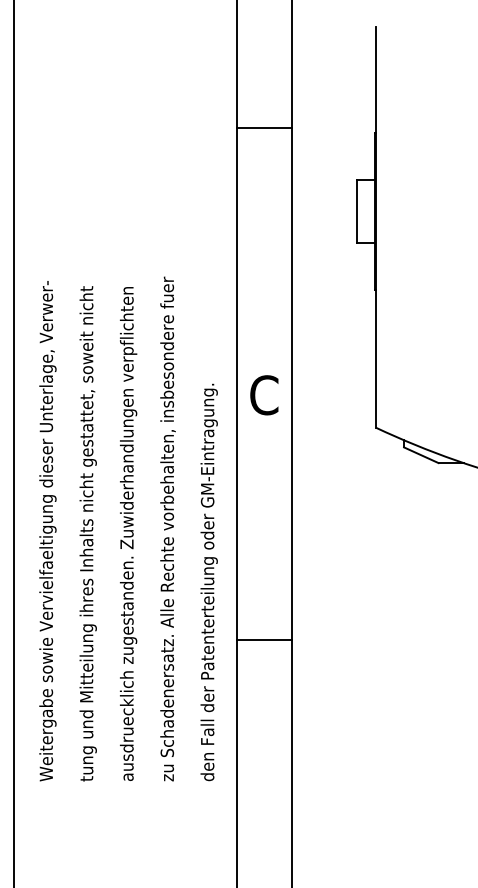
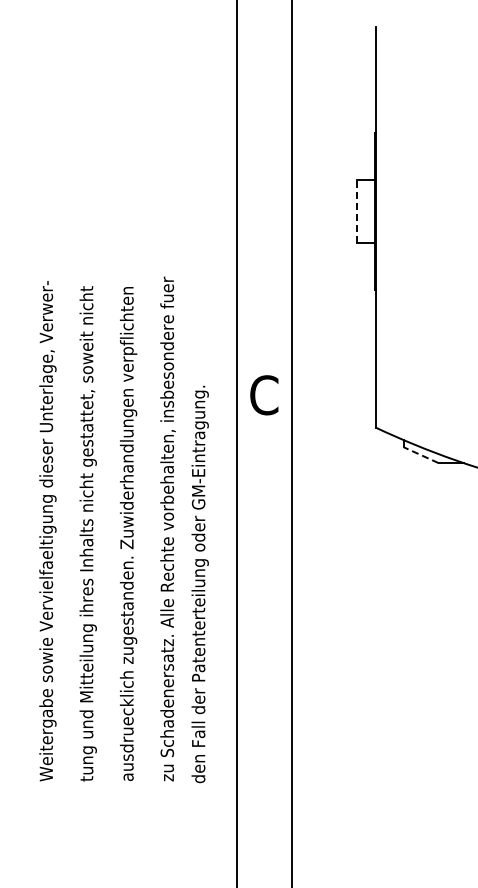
line at (264, 127): present -> none
line at (357, 210): solid -> dashed
line at (14, 443): present -> none
line at (421, 455): solid -> dashed
text at (208, 582) position: (208, 582) -> (199, 584)
line at (264, 640): present -> none
